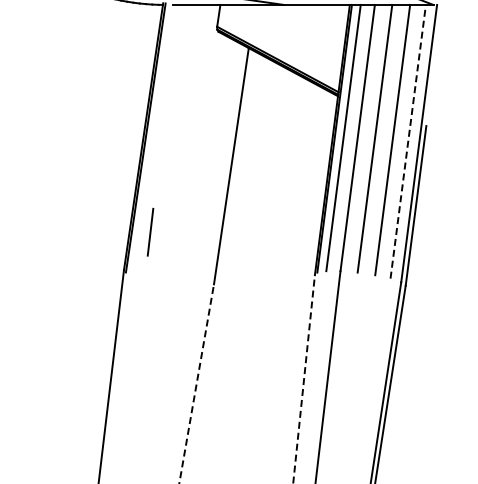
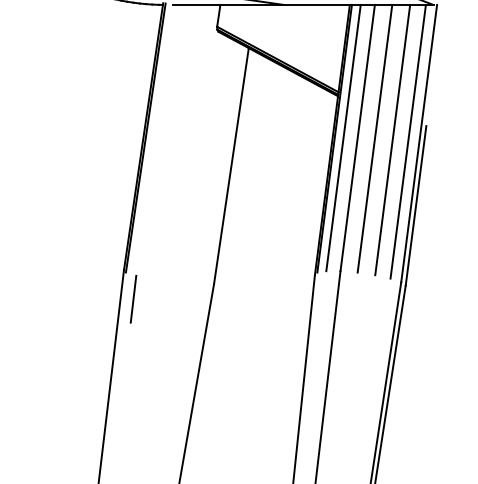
line at (408, 141): dashed -> solid
line at (150, 232) position: (150, 232) -> (133, 299)
line at (304, 379): dashed -> solid
line at (196, 383): dashed -> solid
